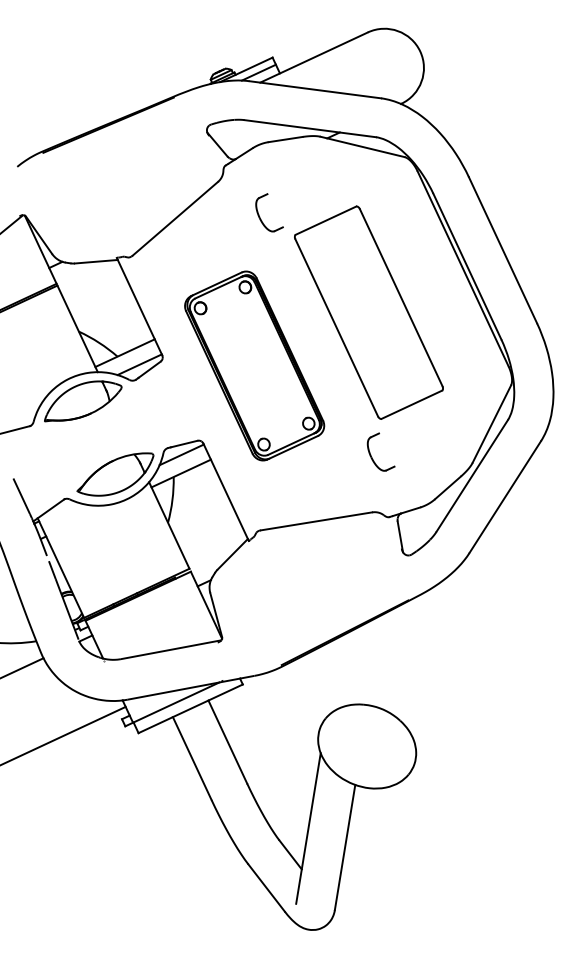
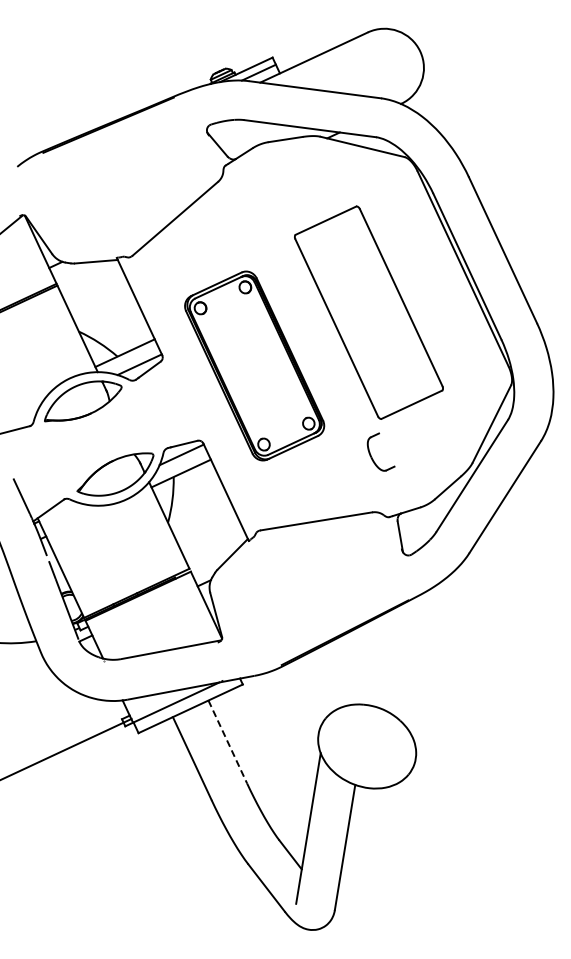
part at (260, 216): present -> none
line at (22, 667): present -> none
line at (63, 735) position: (63, 735) -> (66, 748)
line at (227, 742): solid -> dashed
